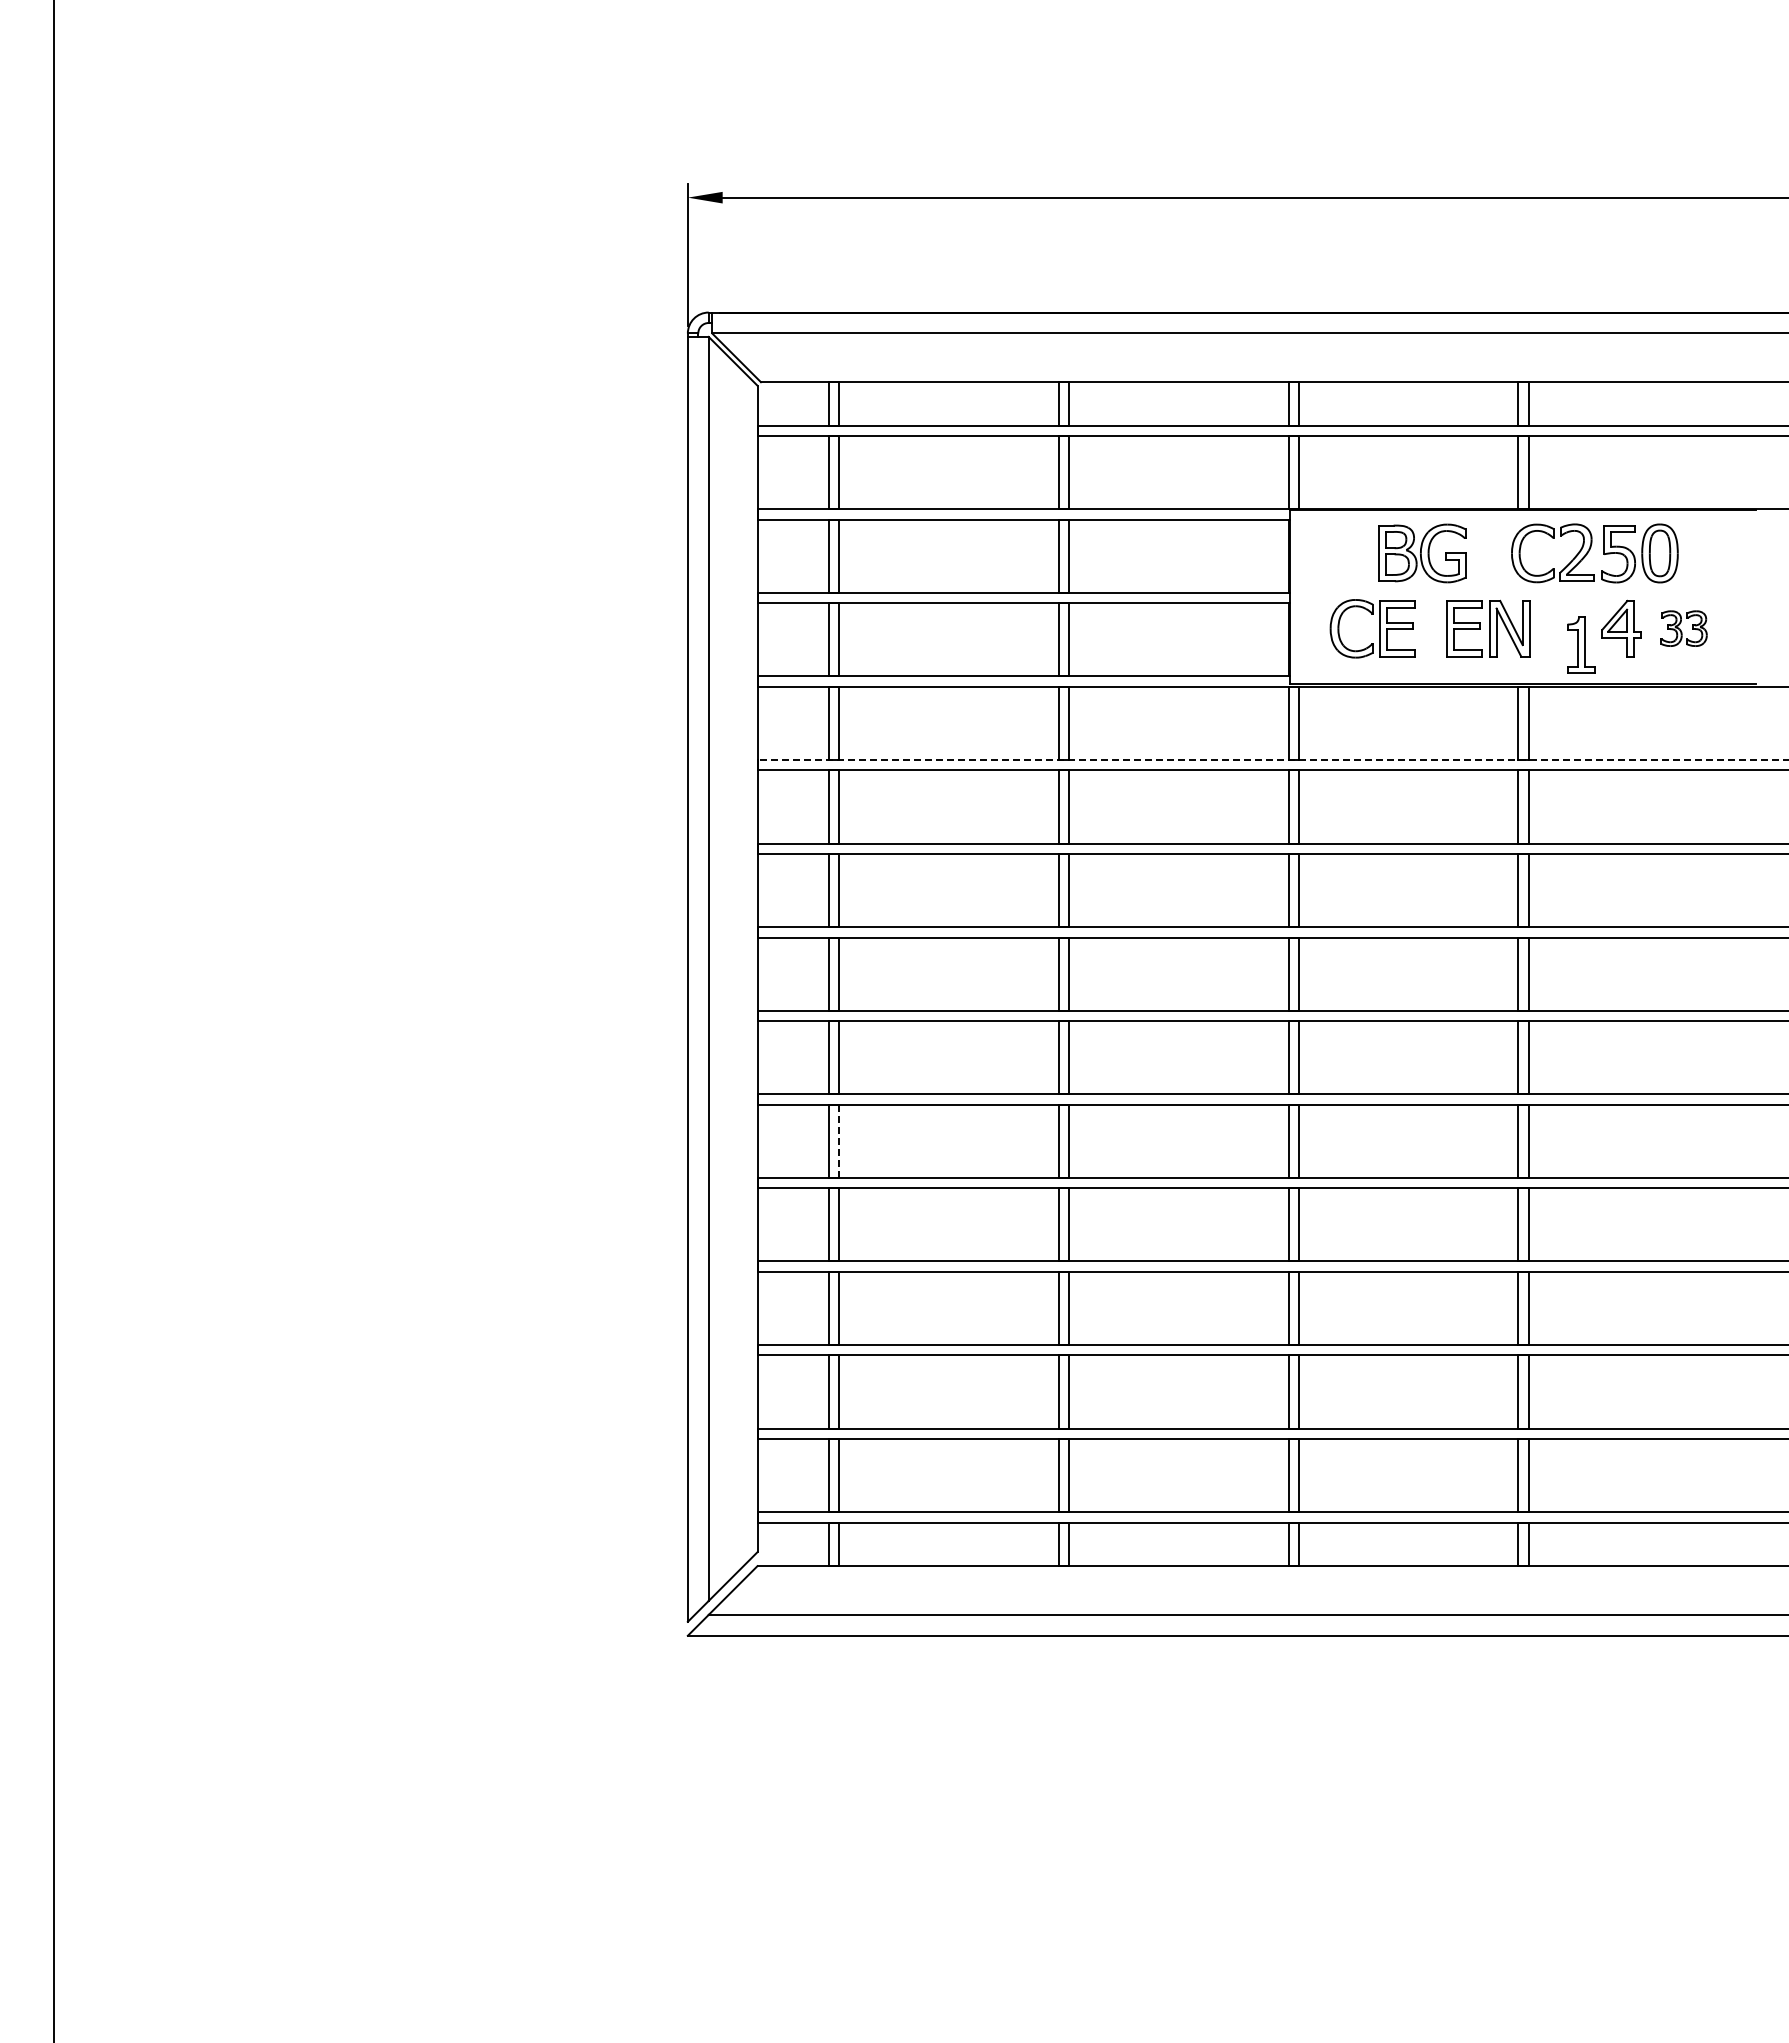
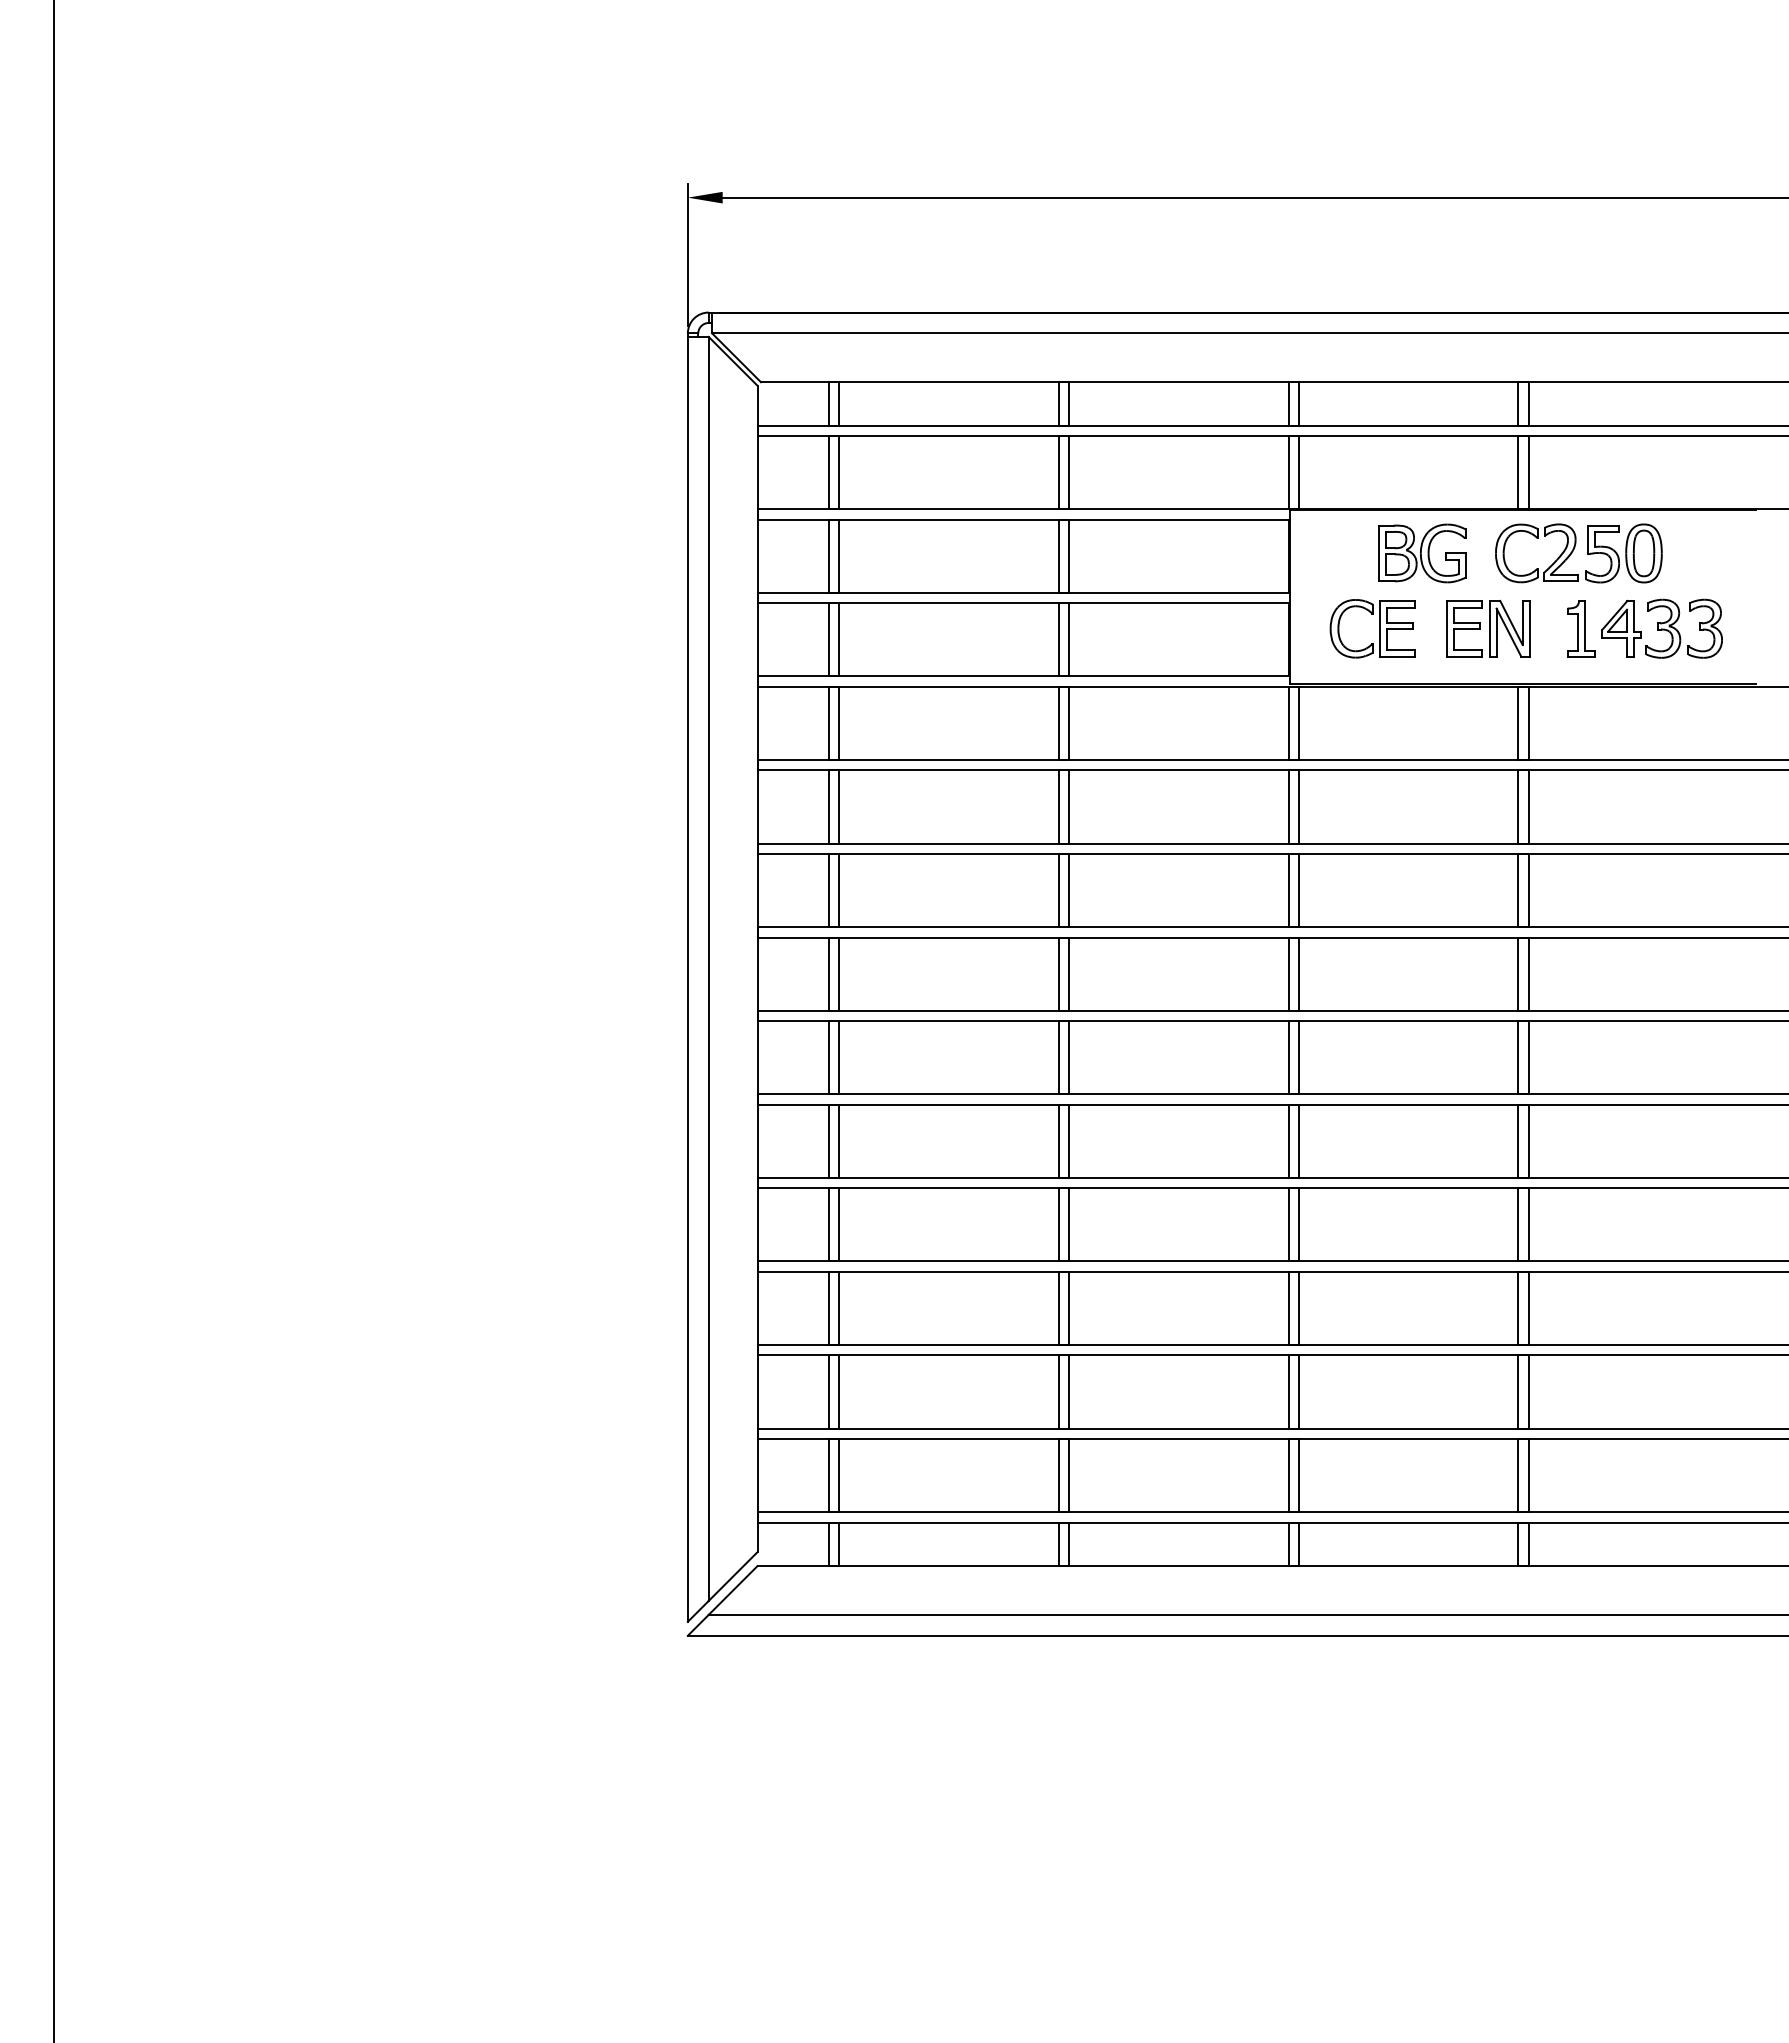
part at (1594, 553) position: (1594, 553) -> (1578, 553)
part at (1683, 628) size: 48x37 px -> 78x61 px
part at (1581, 644) position: (1581, 644) -> (1581, 628)
line at (1272, 760): dashed -> solid
line at (839, 1141): dashed -> solid
